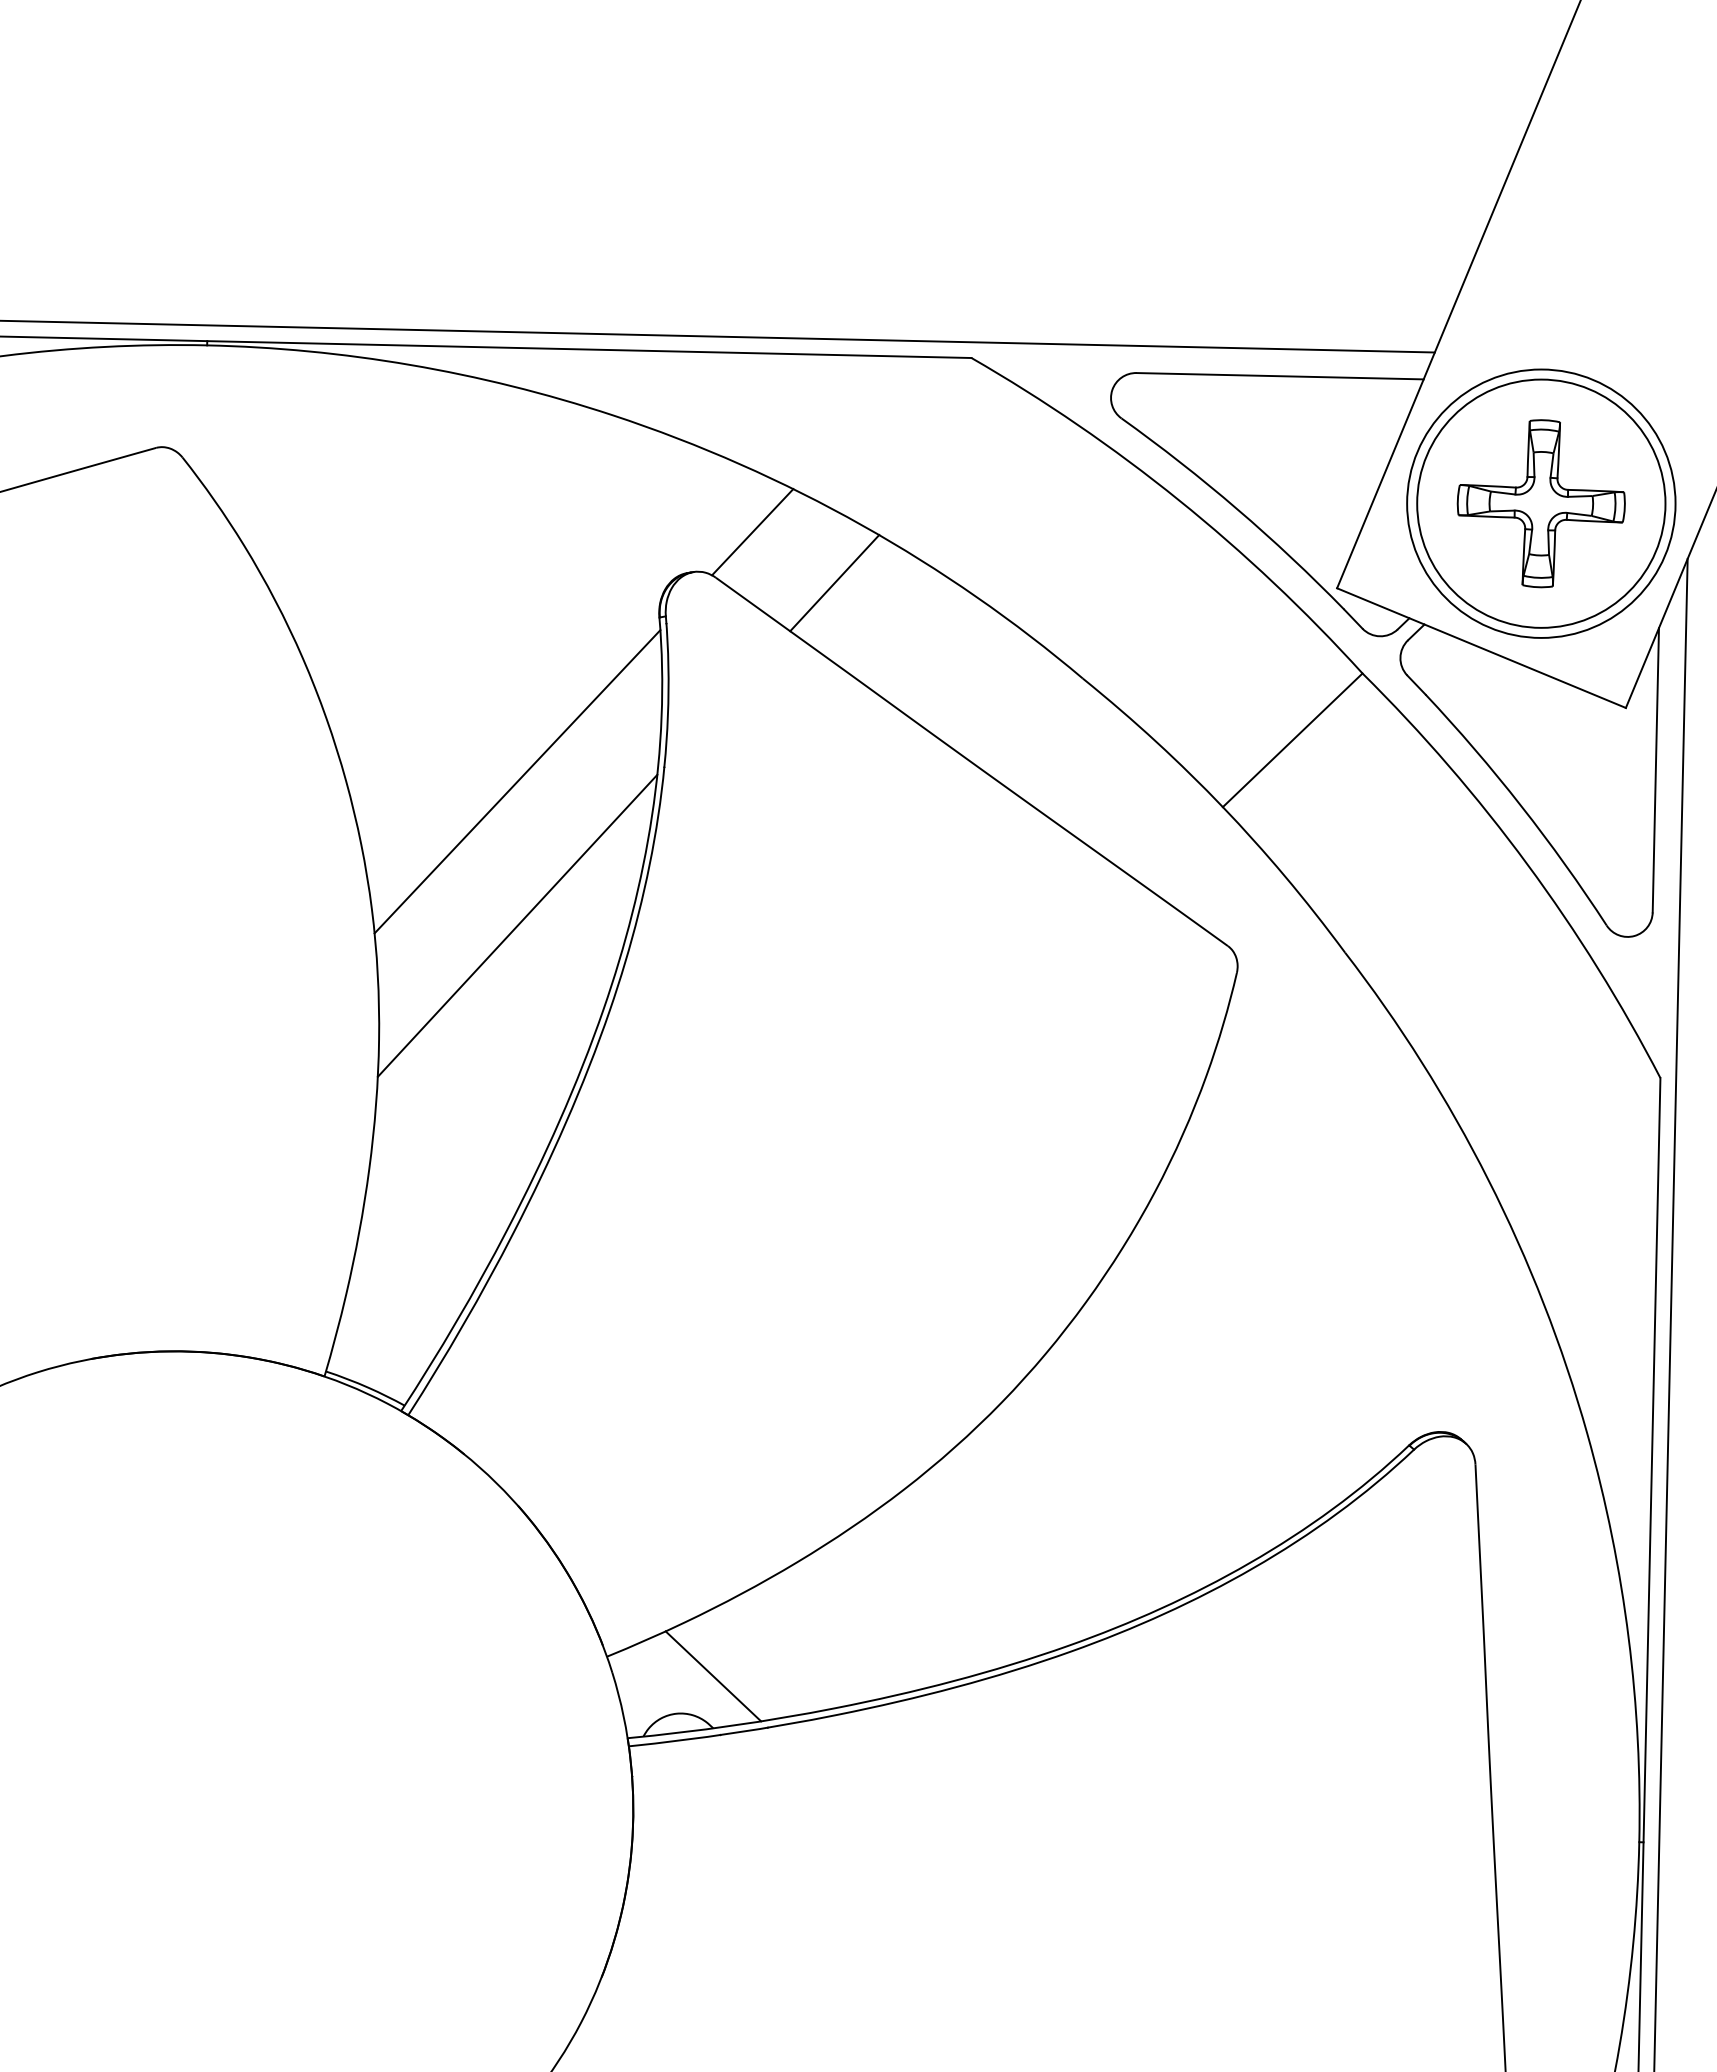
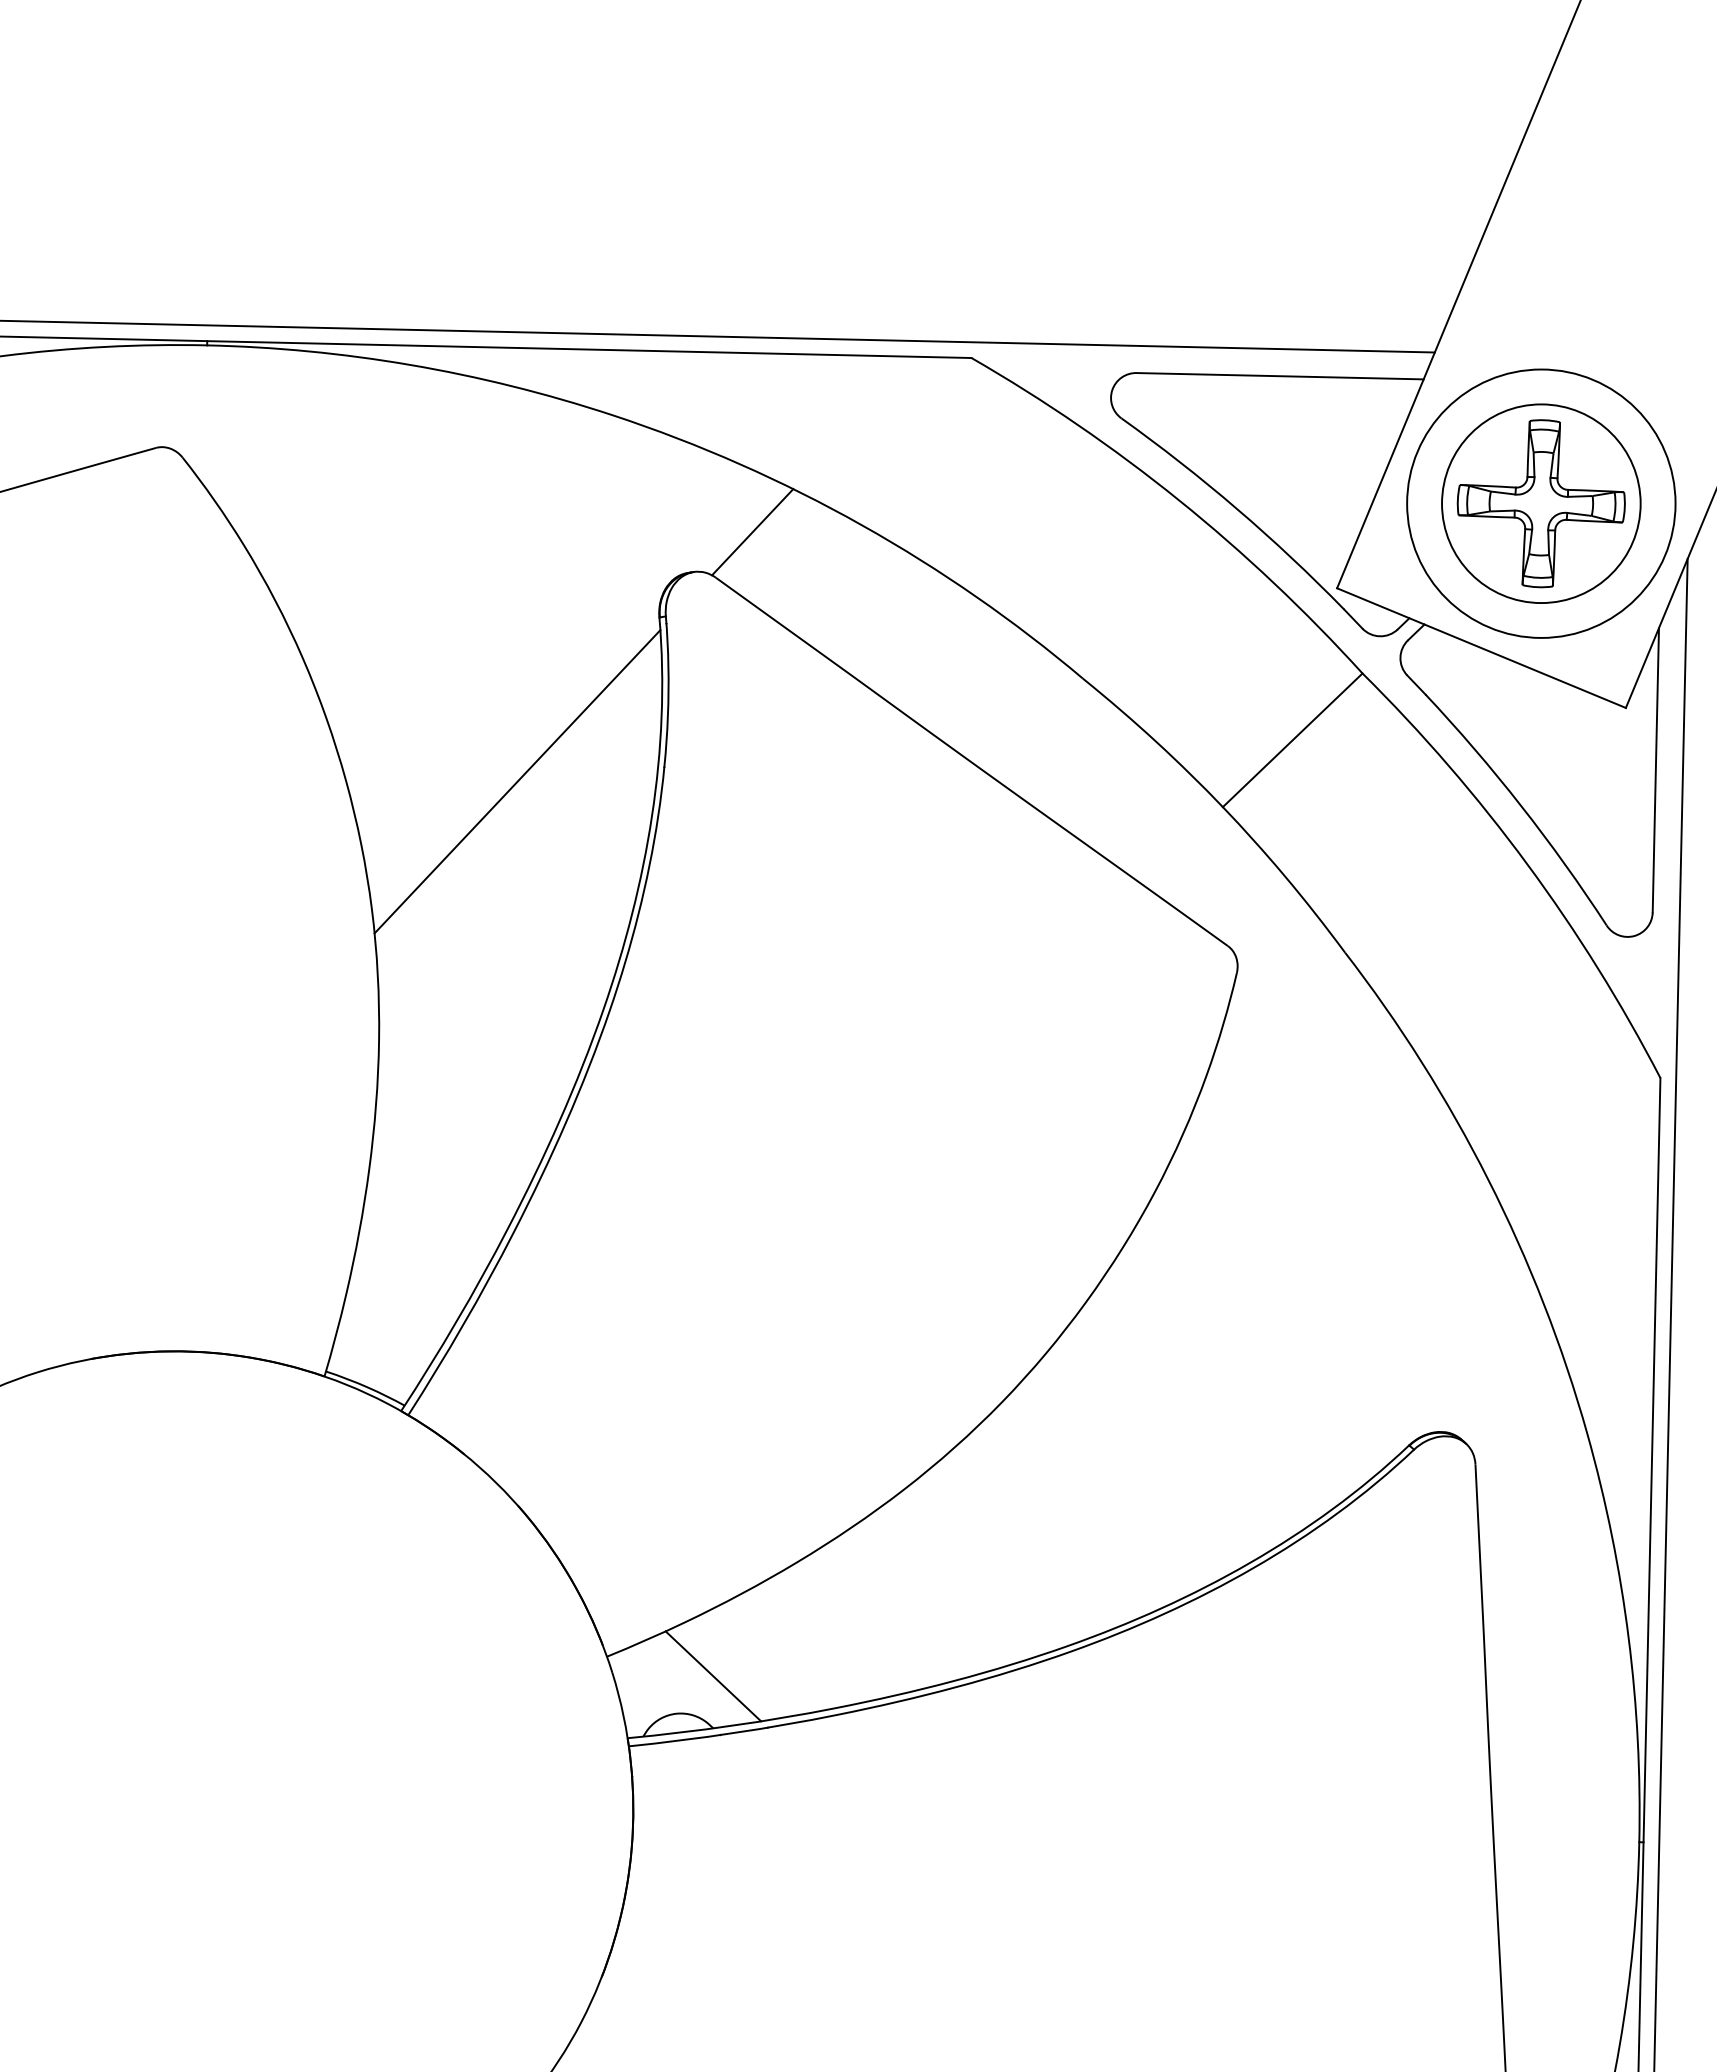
circle at (1541, 503) diameter: 248 px -> 199 px
line at (834, 583): present -> none
line at (517, 925): present -> none
